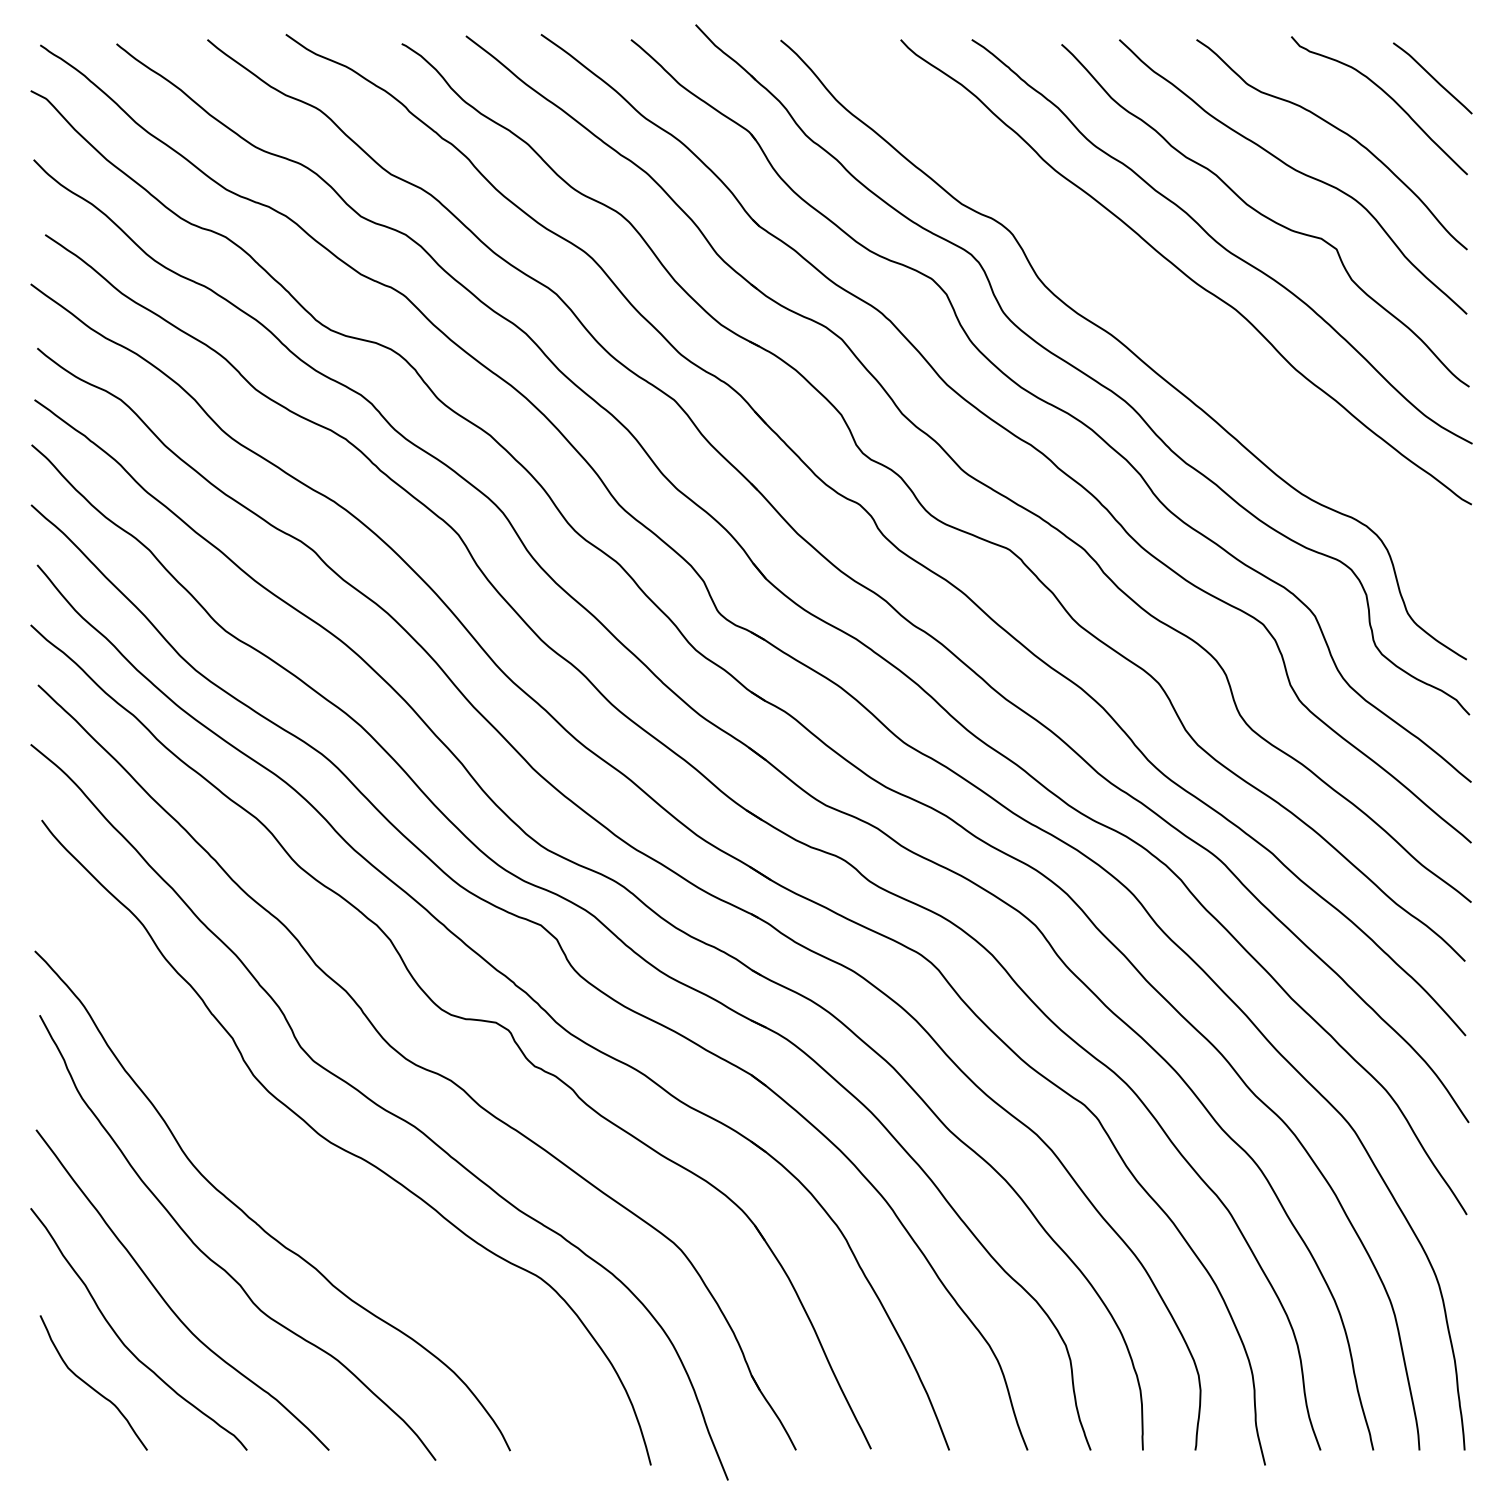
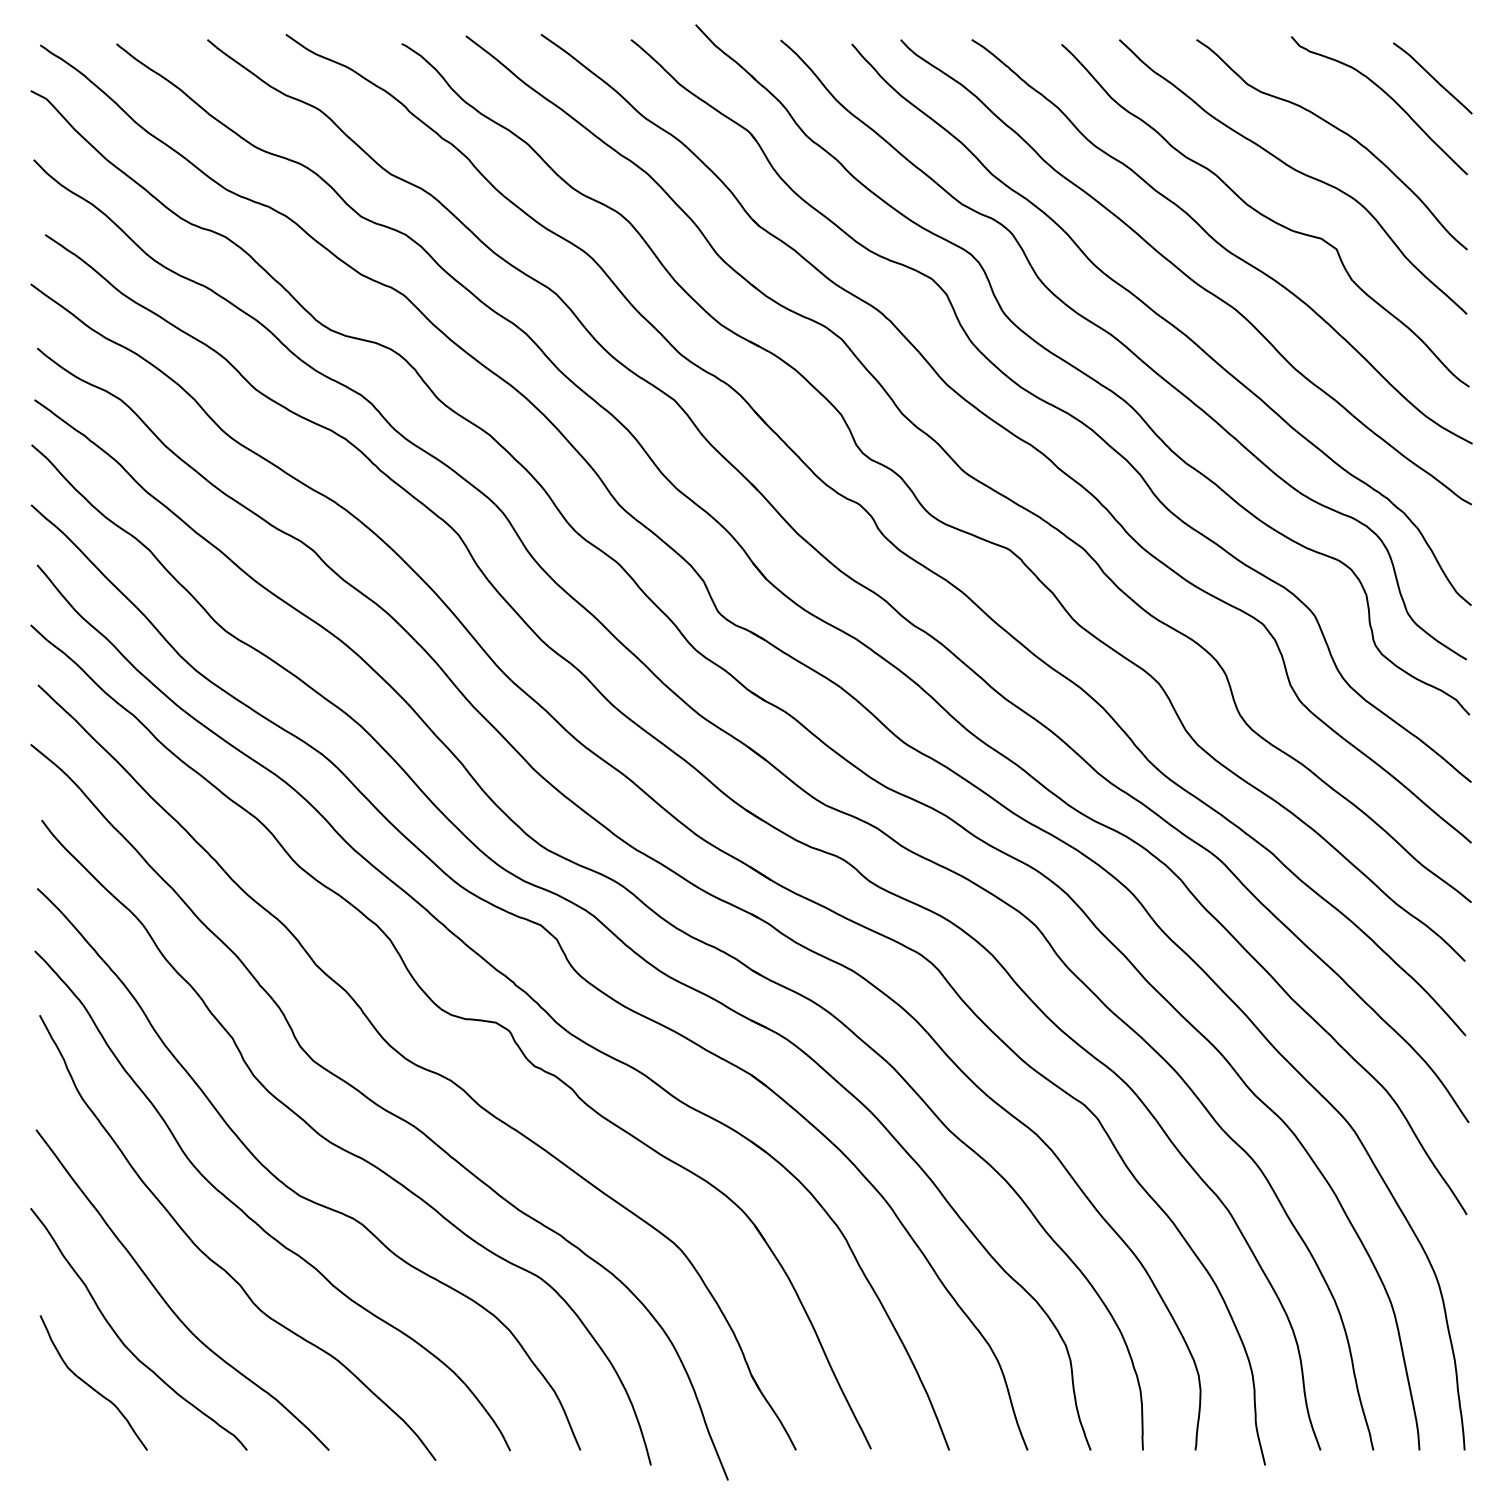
curve at (1164, 320): none -> present
curve at (294, 1190): none -> present
